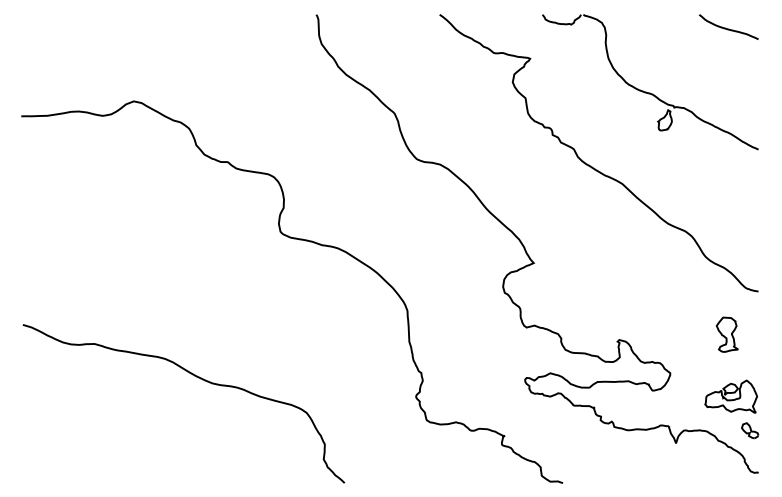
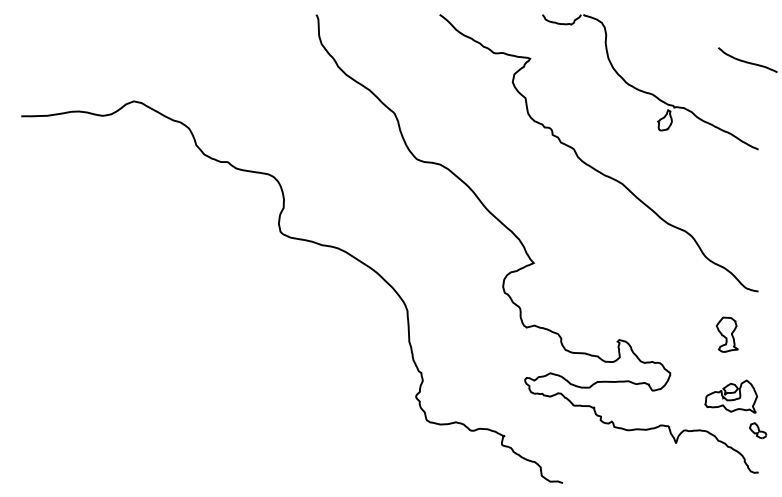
curve at (728, 28) position: (728, 28) -> (747, 61)
curve at (196, 377): present -> none
part at (750, 430) position: (750, 430) -> (758, 430)
